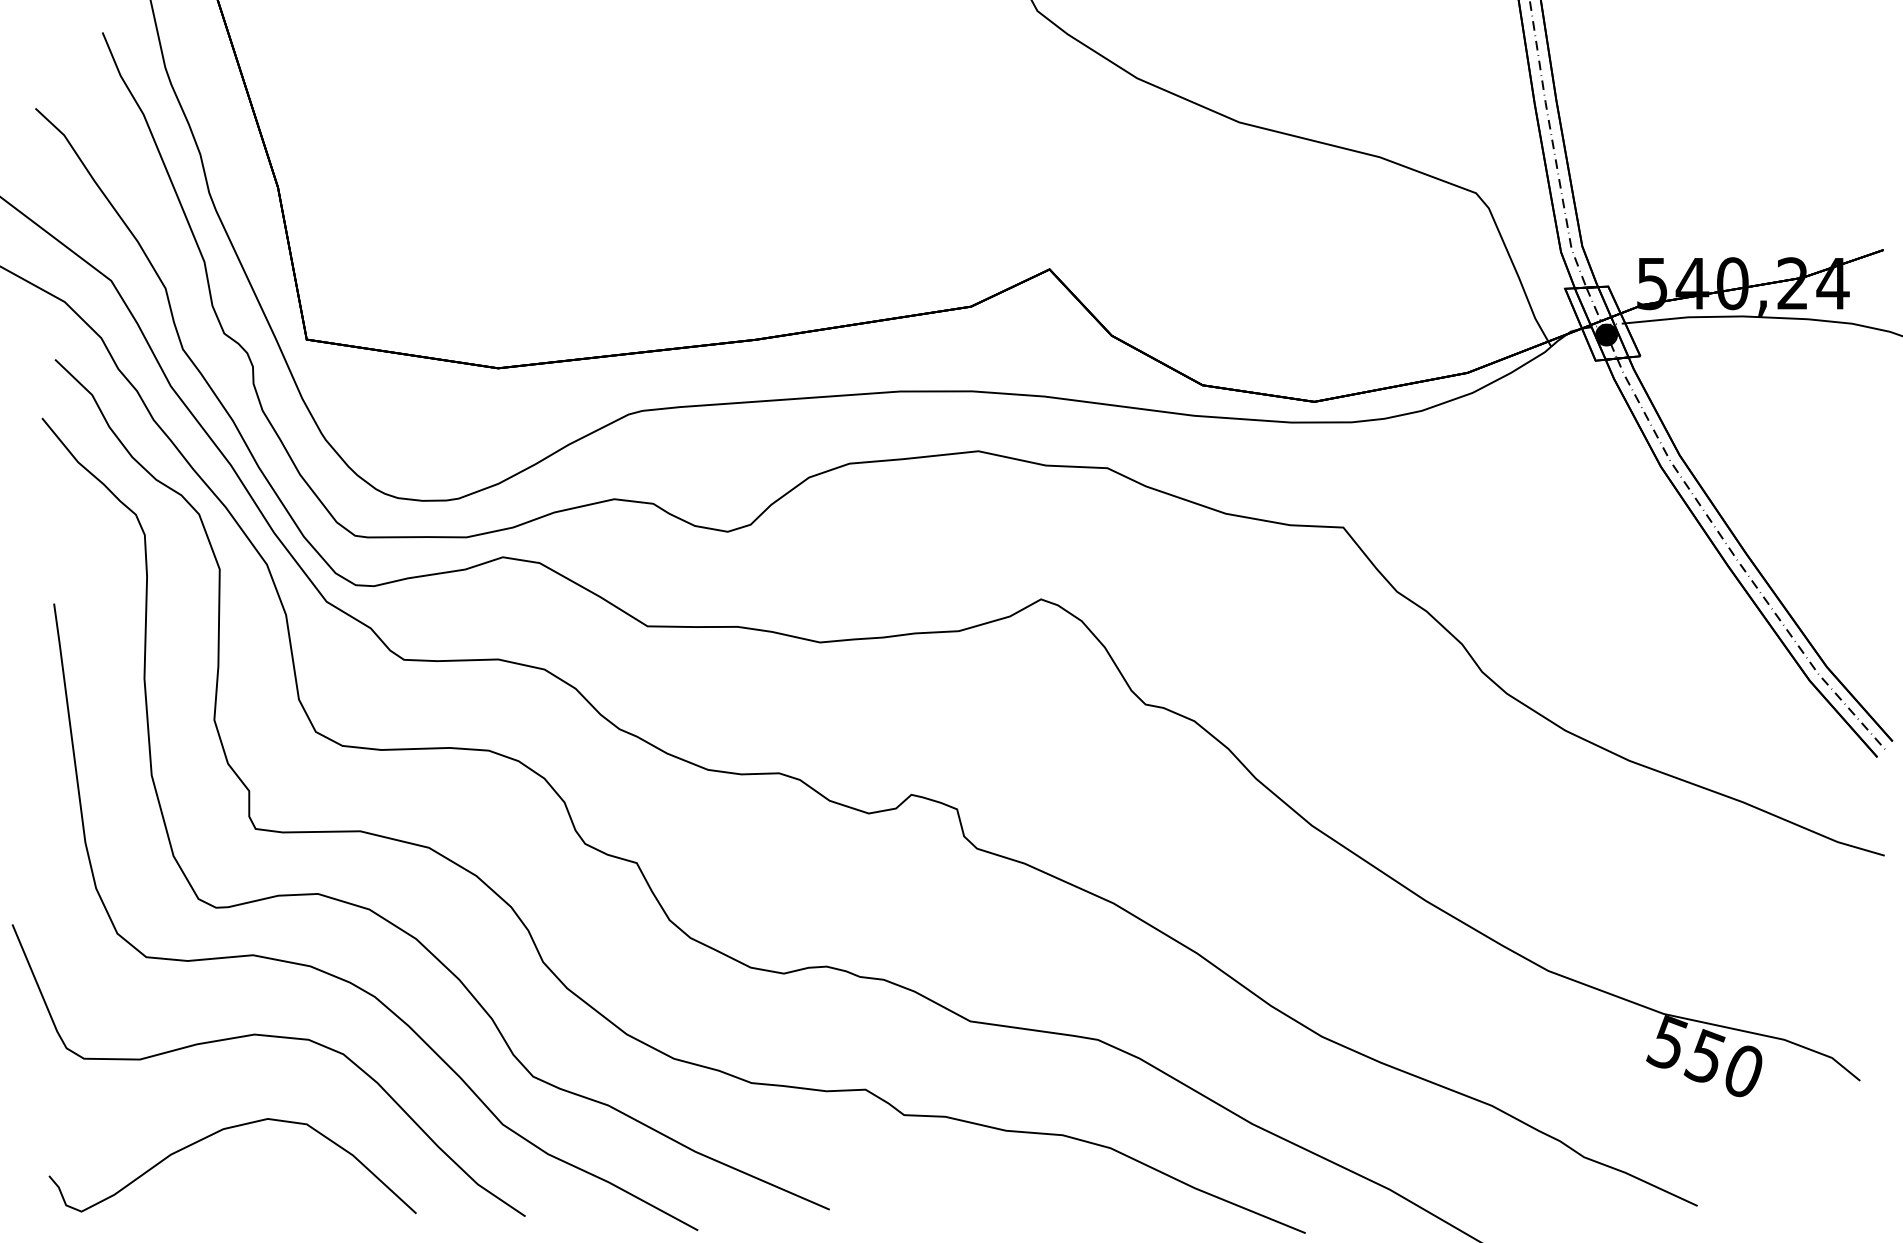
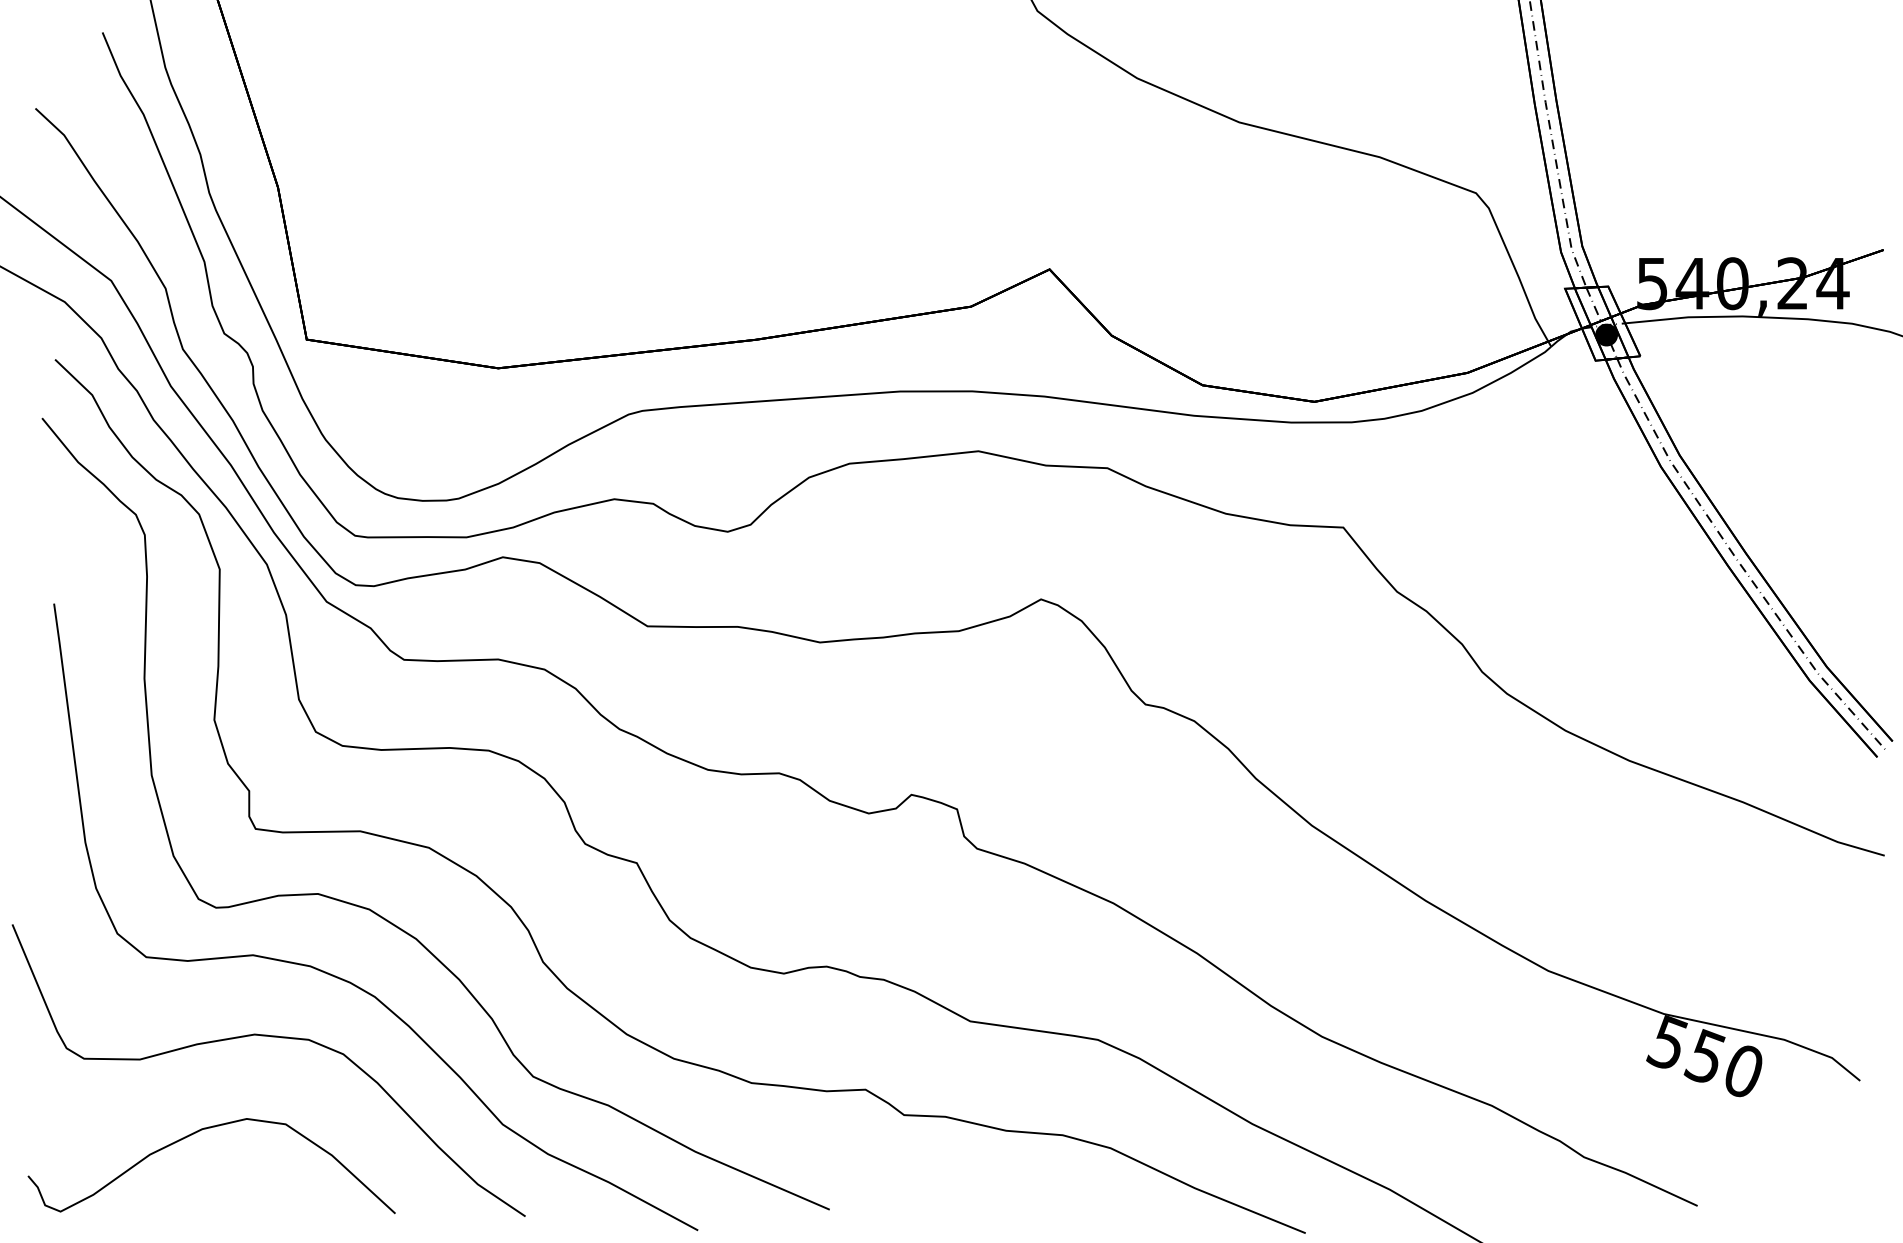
curve at (219, 1132) position: (219, 1132) -> (198, 1132)
